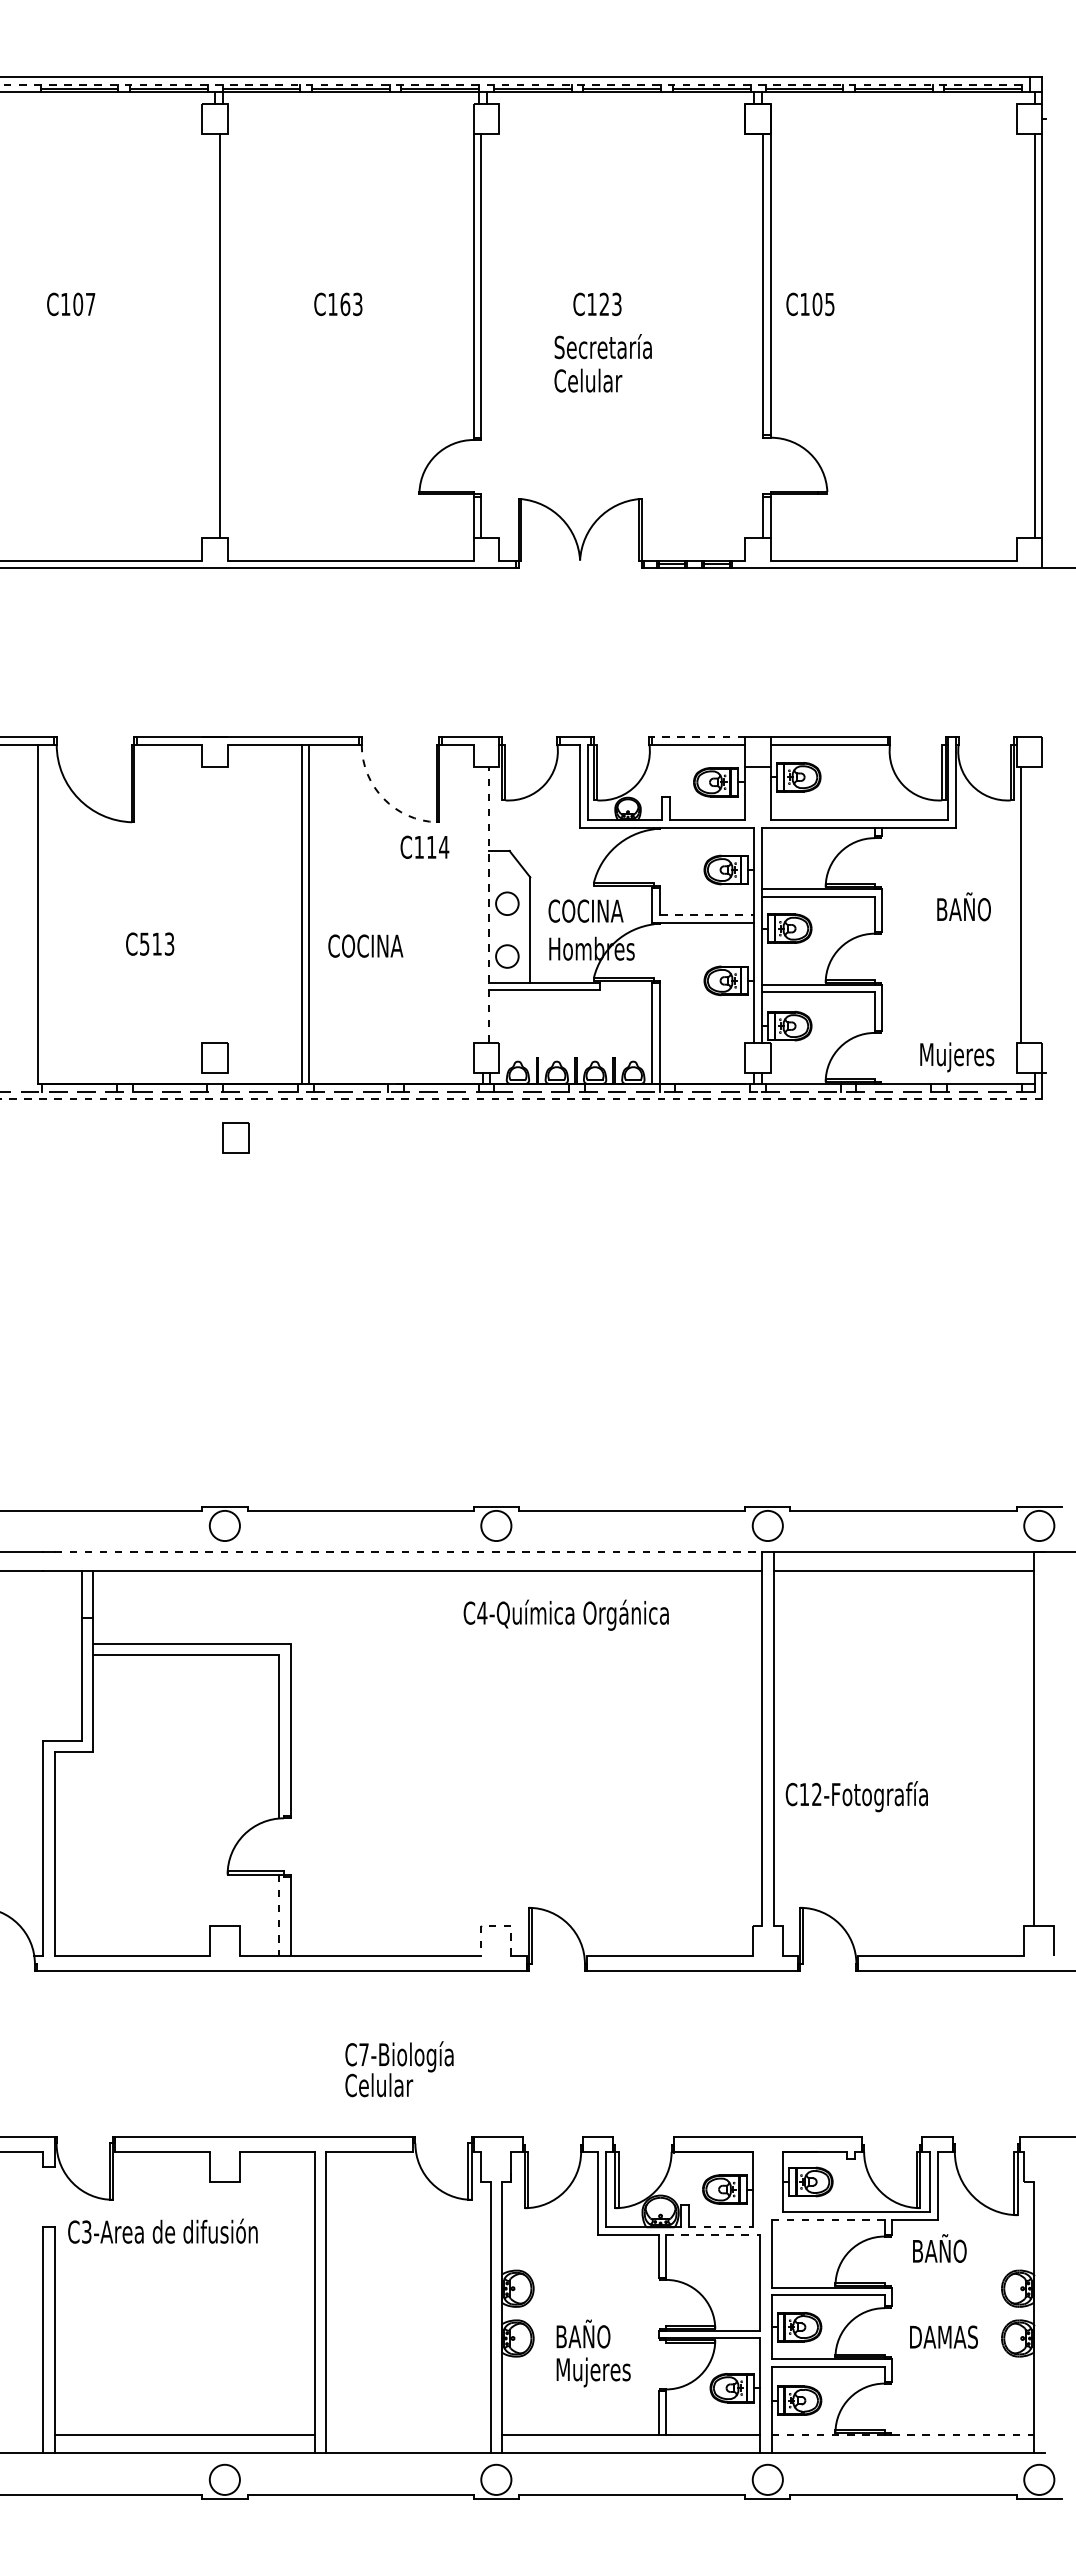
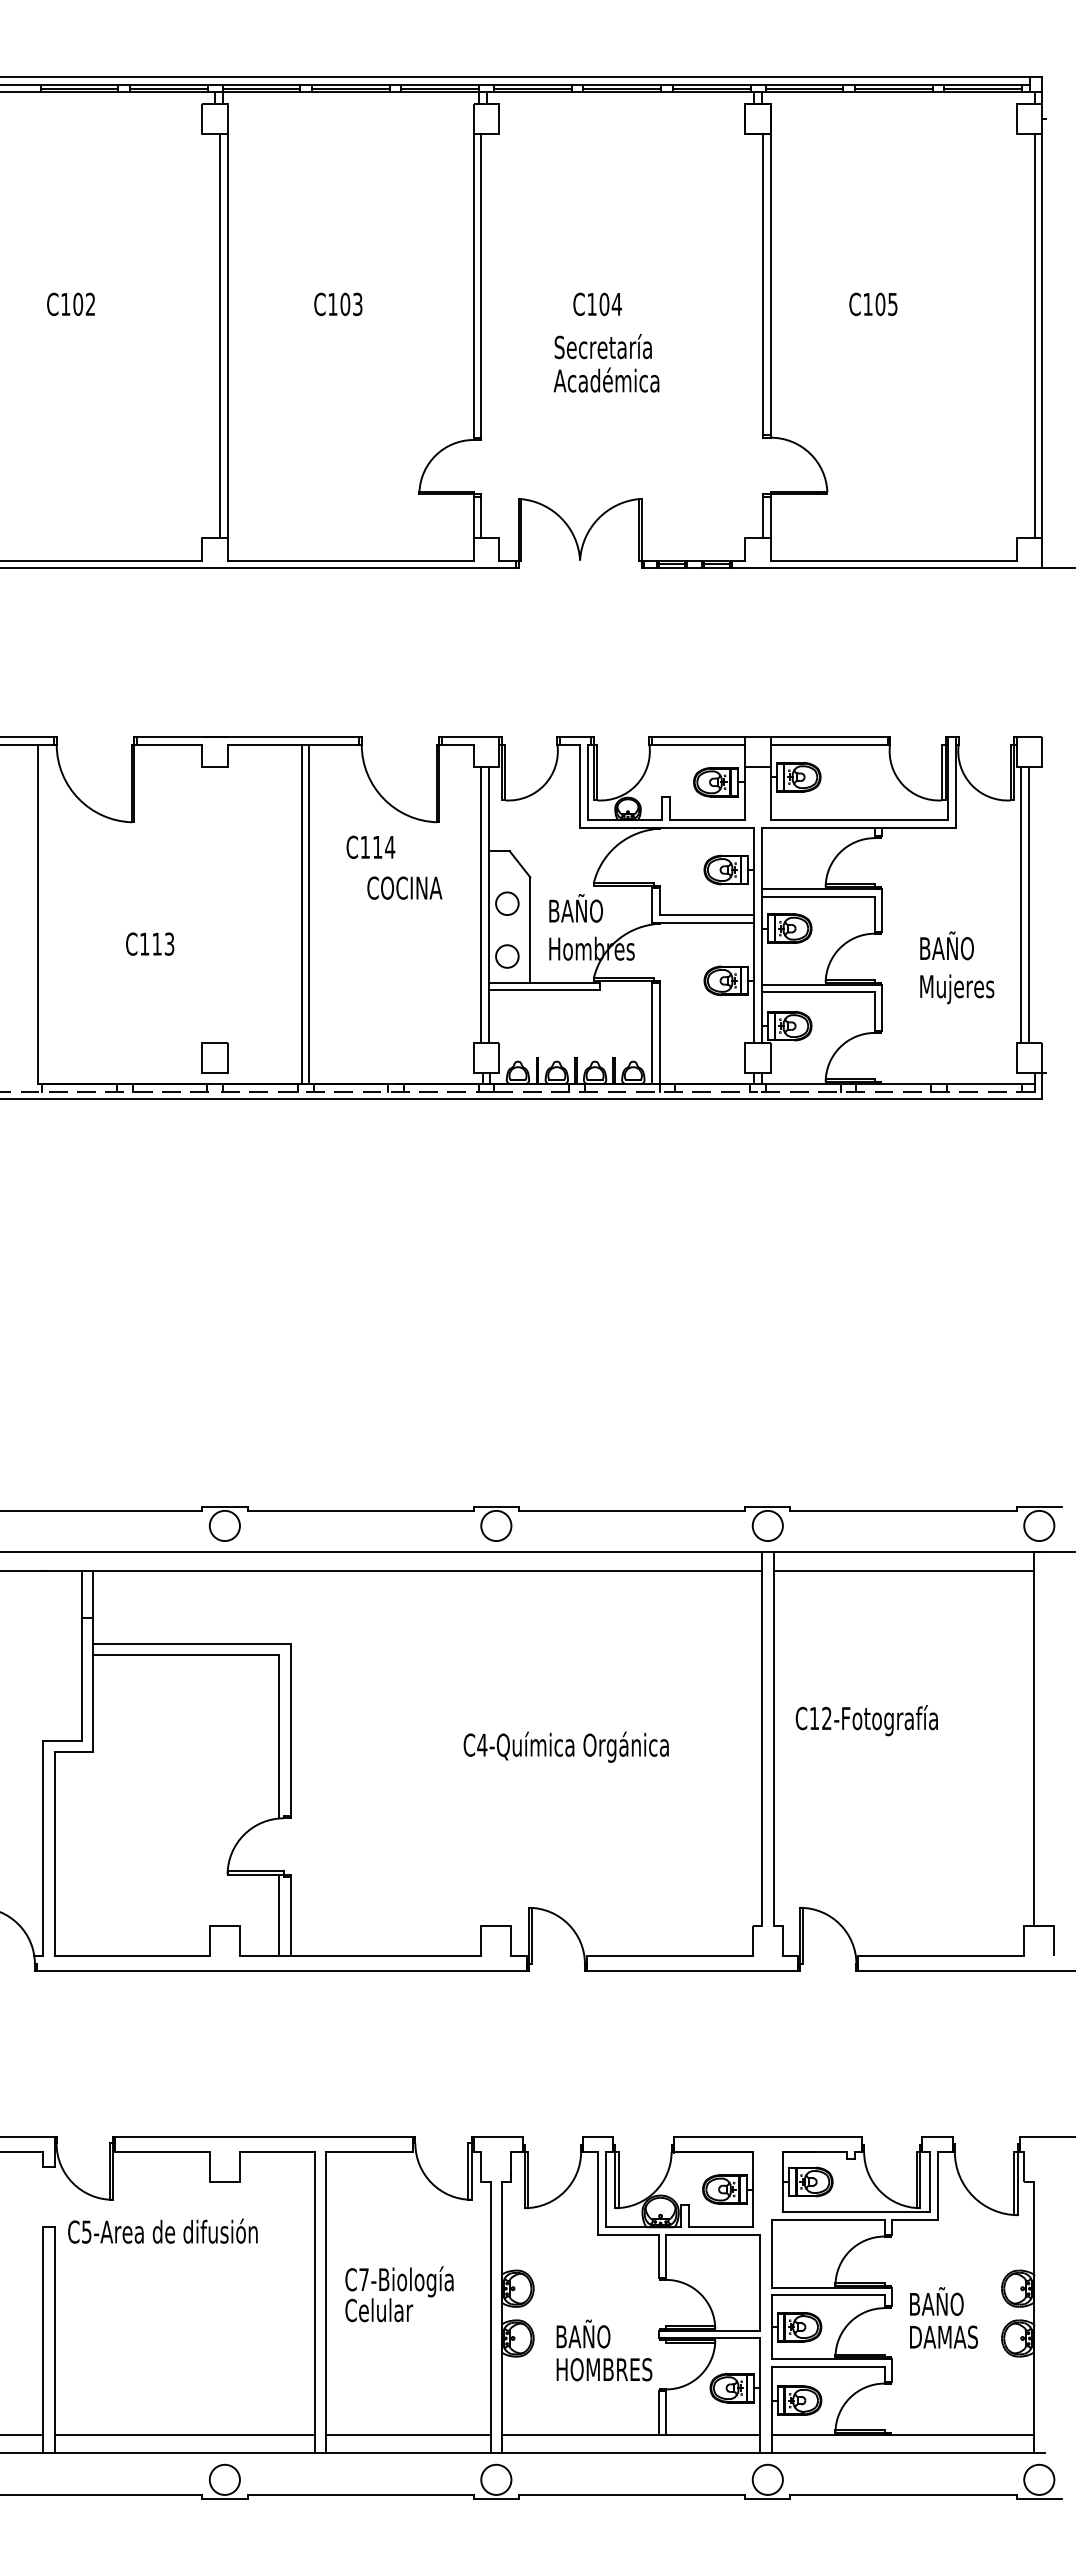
line at (515, 84): dashed -> solid
text at (90, 303): C107 -> C102
text at (345, 303): C163 -> C103
text at (810, 303) position: (810, 303) -> (873, 303)
text at (610, 304): C123 -> C104
line at (227, 335): none -> present
text at (606, 379): Celular -> Académica
line at (698, 737): dashed -> solid
arc at (383, 798): dashed -> solid
text at (424, 846) position: (424, 846) -> (370, 846)
line at (481, 904): none -> present
line at (488, 904): dashed -> solid
line at (1028, 904): none -> present
text at (963, 906) position: (963, 906) -> (946, 945)
text at (585, 908): COCINA -> BAÑO
line at (707, 915): dashed -> solid
text at (144, 943): C513 -> C113
text at (365, 945) position: (365, 945) -> (404, 887)
text at (957, 1057) position: (957, 1057) -> (957, 989)
line at (520, 1099): dashed -> solid
part at (235, 1137): present -> none
line at (408, 1552): dashed -> solid
text at (565, 1614) position: (565, 1614) -> (565, 1746)
text at (856, 1796) position: (856, 1796) -> (866, 1720)
line at (279, 1915): dashed -> solid
line at (495, 1925): dashed -> solid
text at (399, 2069) position: (399, 2069) -> (399, 2294)
line at (828, 2219): dashed -> solid
line at (721, 2227): dashed -> solid
text at (86, 2231): C3-Area -> C5-Area
line at (713, 2234): dashed -> solid
text at (939, 2248) position: (939, 2248) -> (936, 2301)
text at (605, 2372): Mujeres -> HOMBRES
line at (22, 2434): none -> present
line at (408, 2434): none -> present
line at (903, 2434): dashed -> solid
